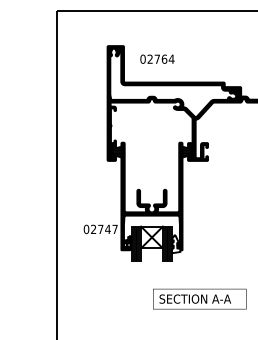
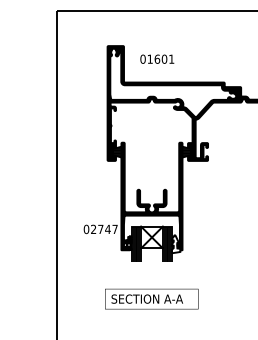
text at (160, 58): 02764 -> 01601
text at (199, 298) position: (199, 298) -> (151, 298)
